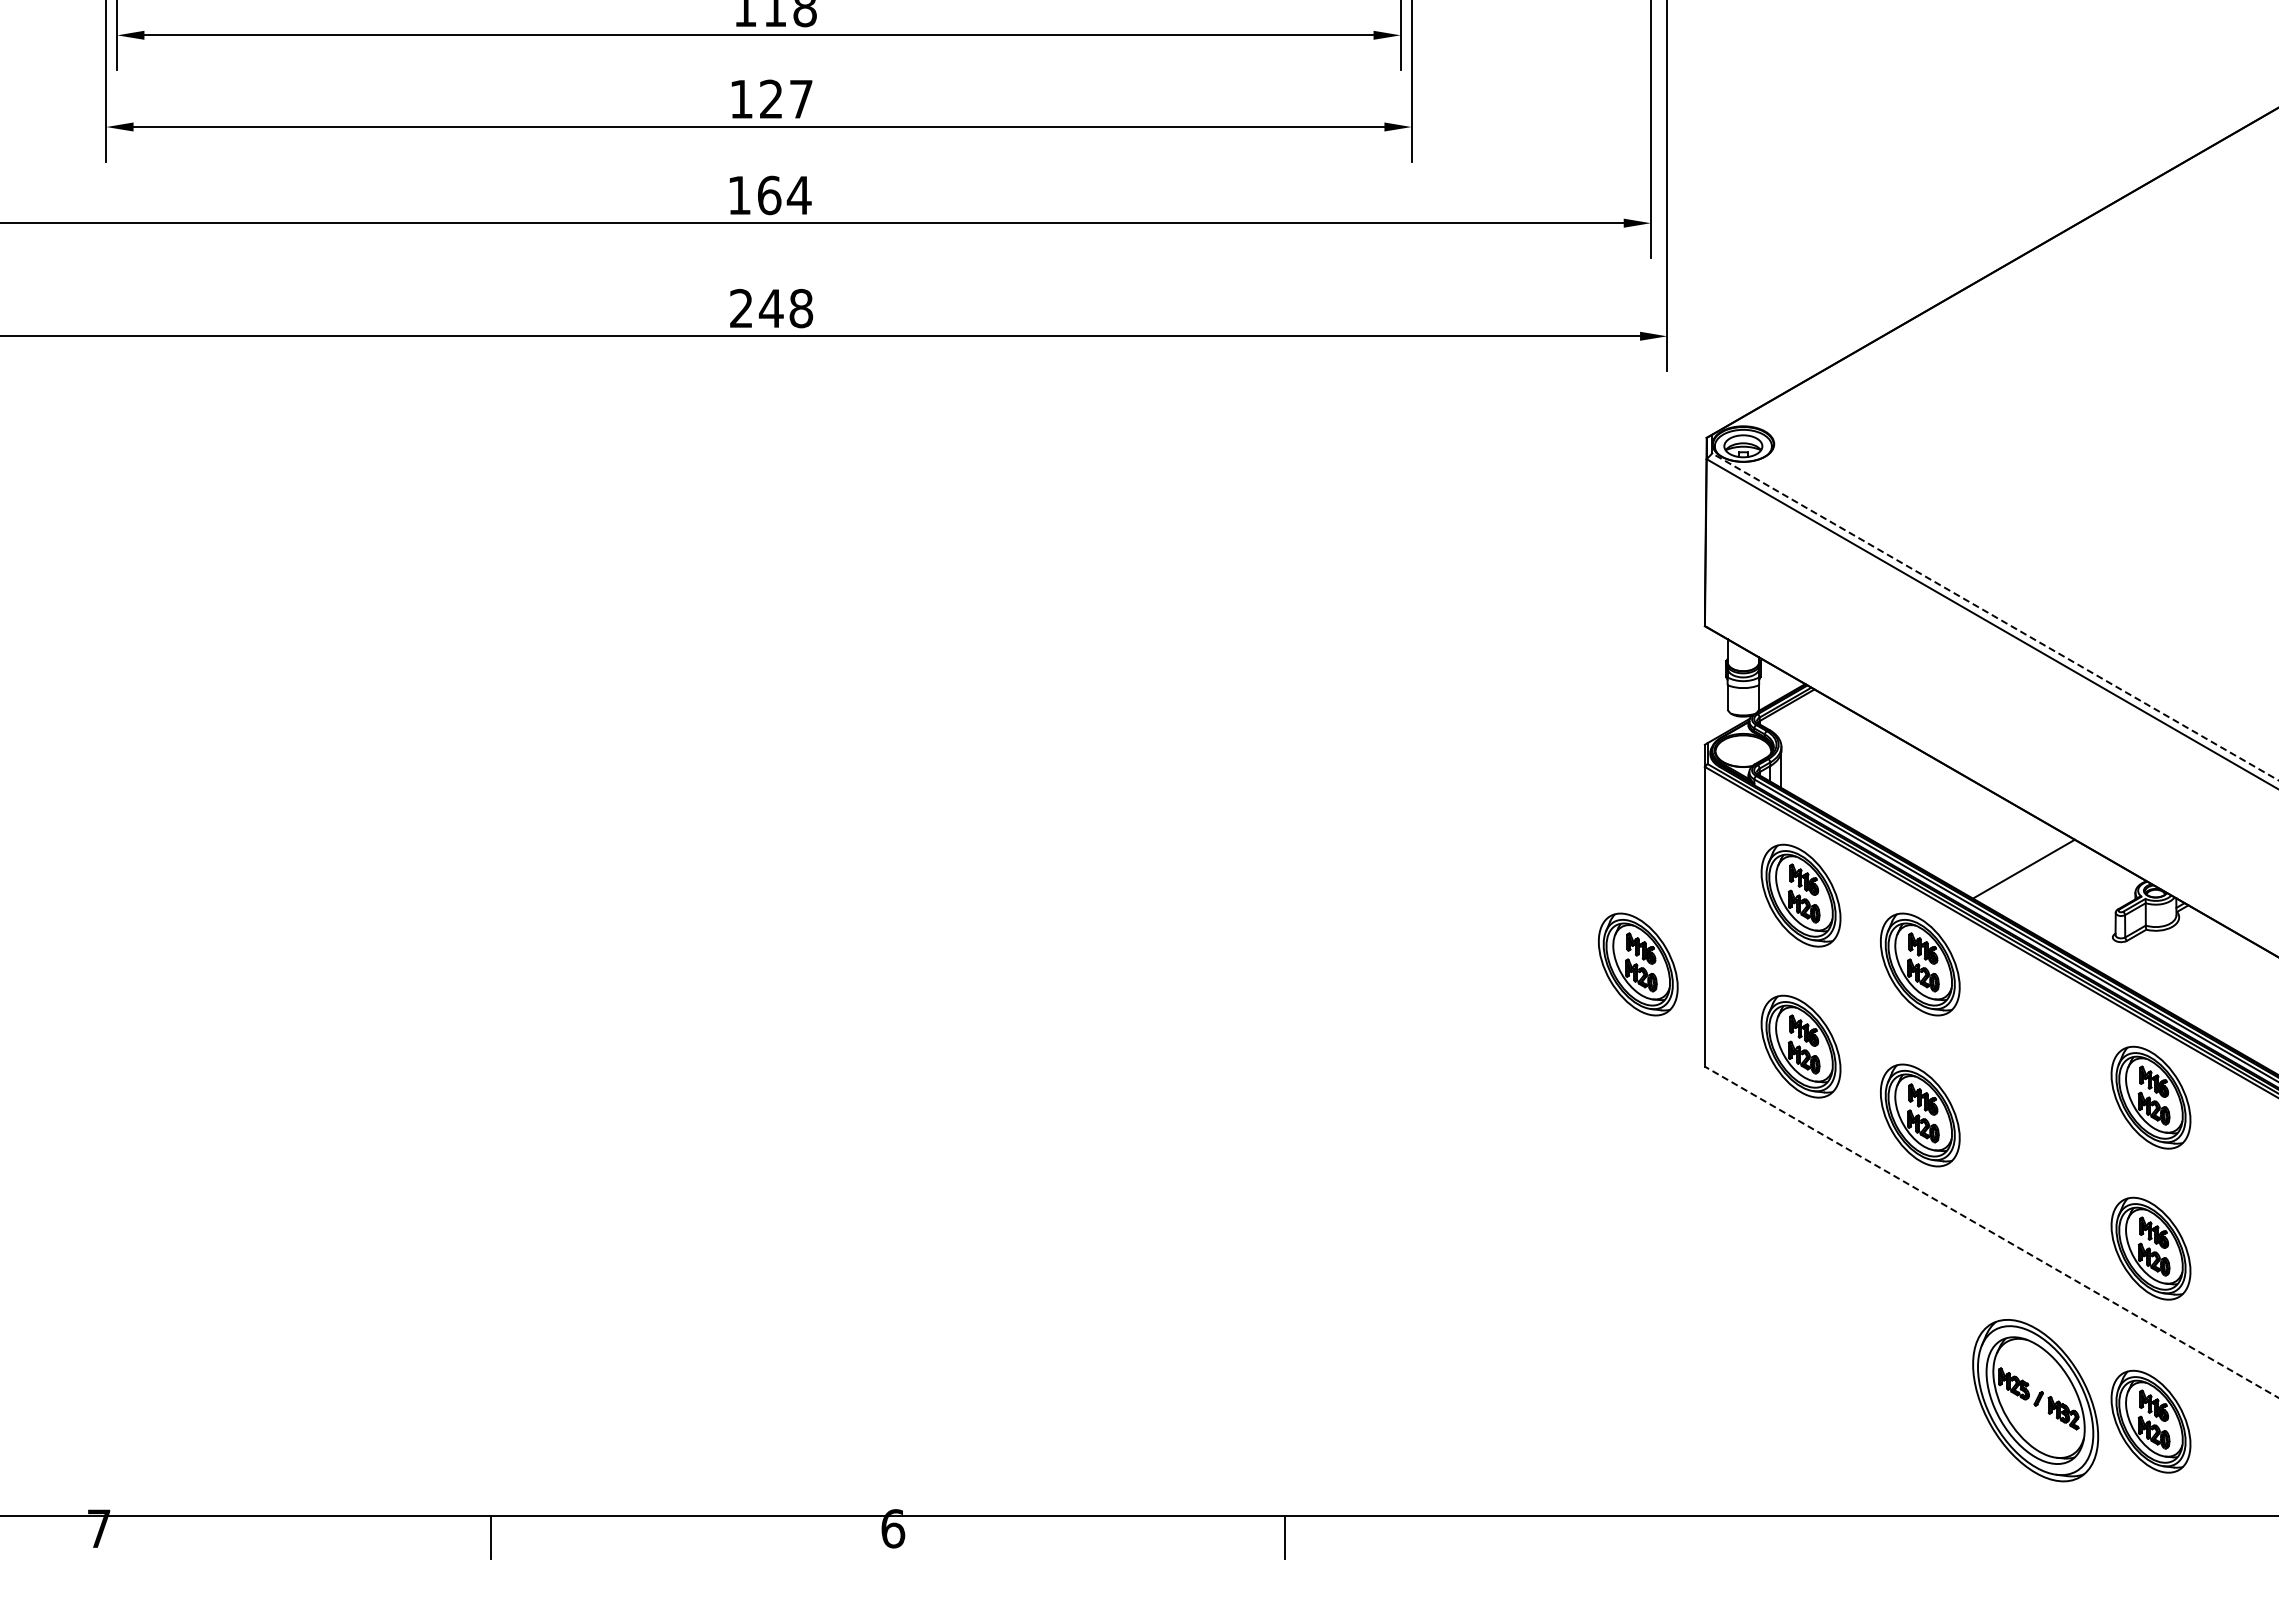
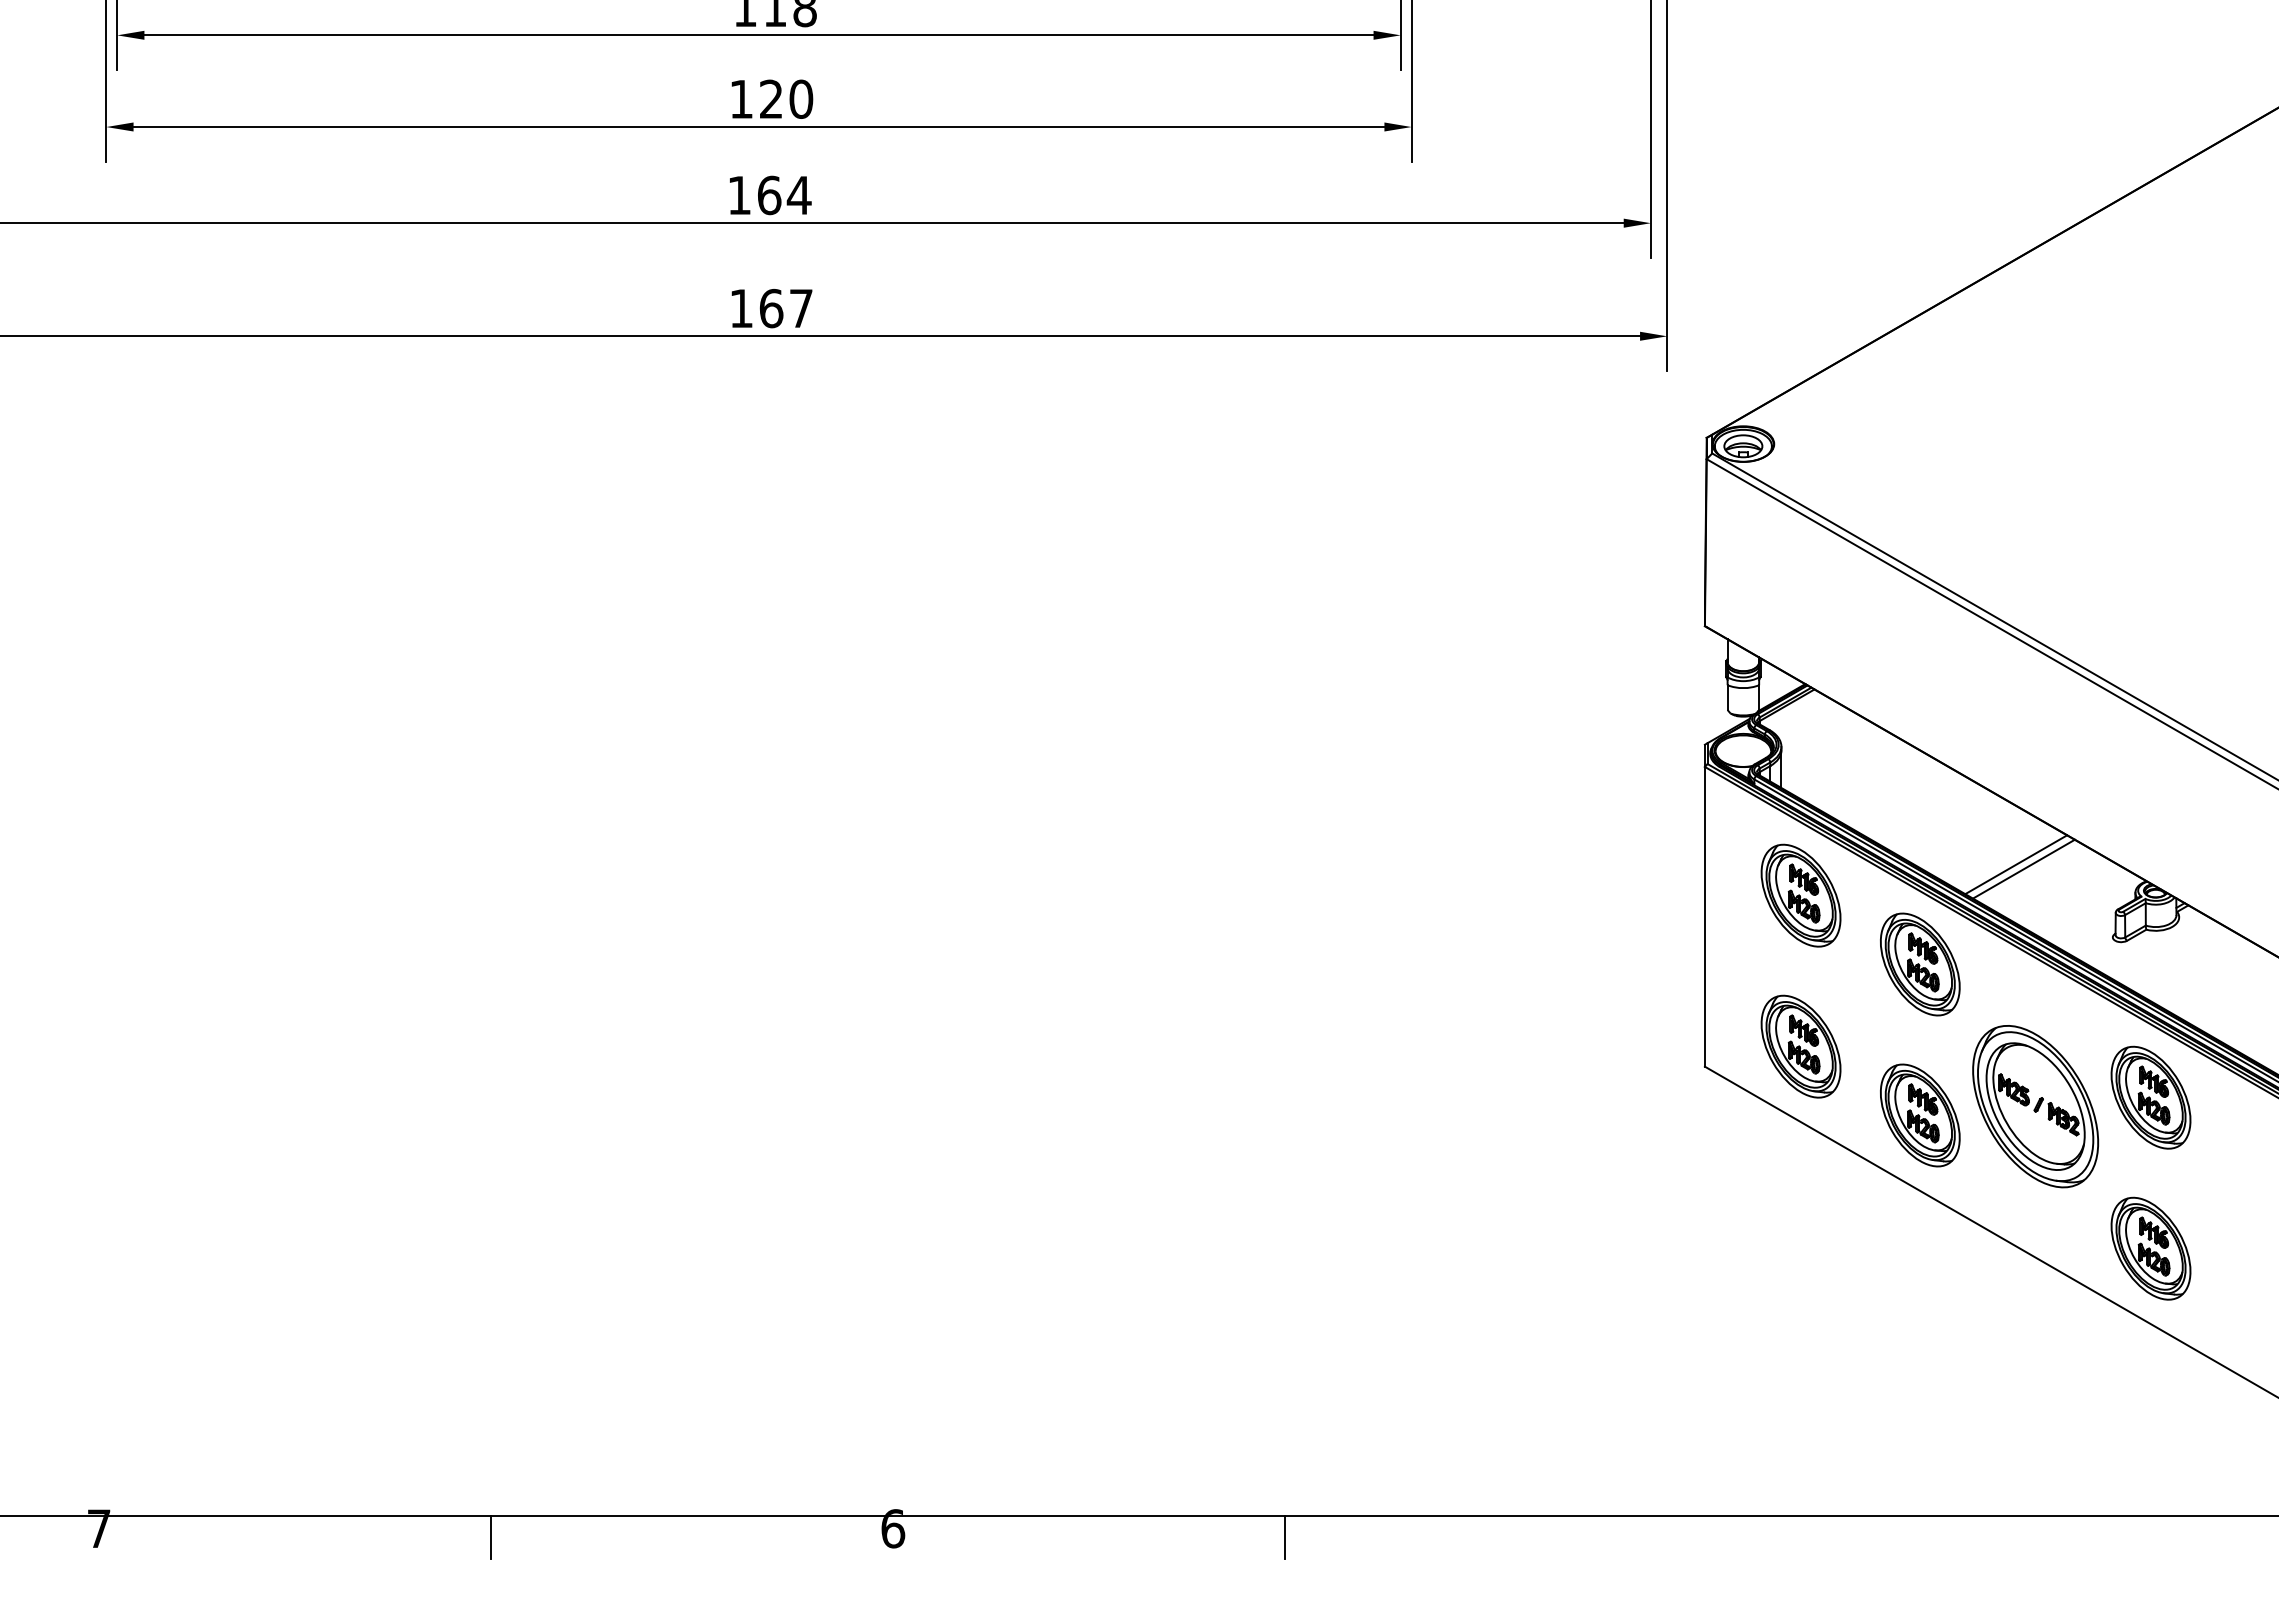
text at (801, 98): 127 -> 120
text at (771, 308): 248 -> 167
line at (1995, 616): dashed -> solid
line at (2016, 864): none -> present
part at (1638, 964): present -> none
line at (1991, 1232): dashed -> solid
part at (2035, 1400) position: (2035, 1400) -> (2035, 1106)
part at (2150, 1421): present -> none
